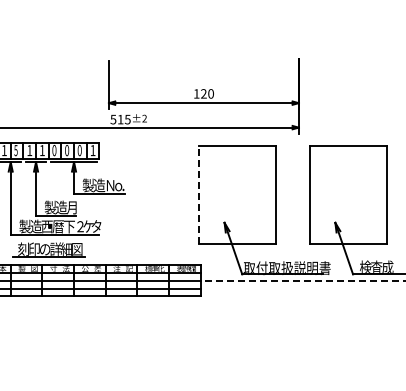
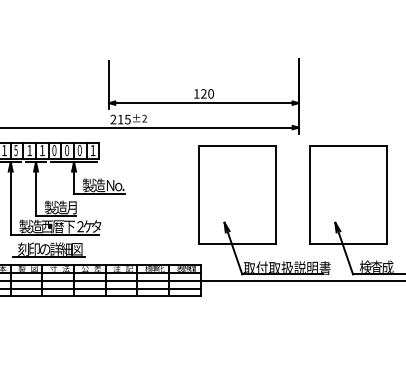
text at (113, 119): 515 -> 215
line at (198, 195): dashed -> solid
line at (302, 280): dashed -> solid
